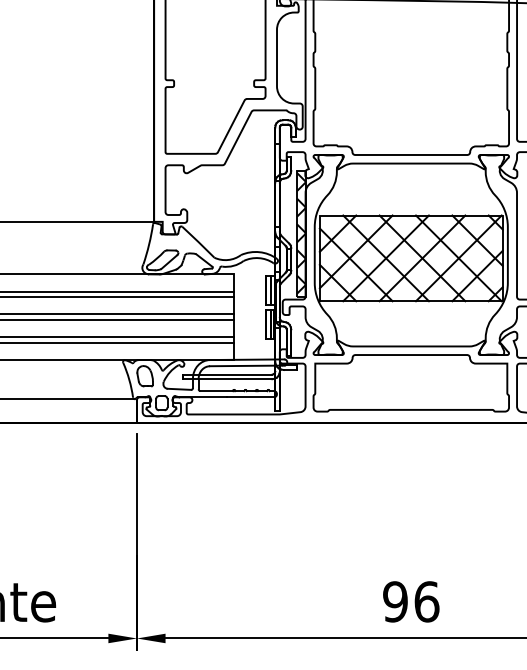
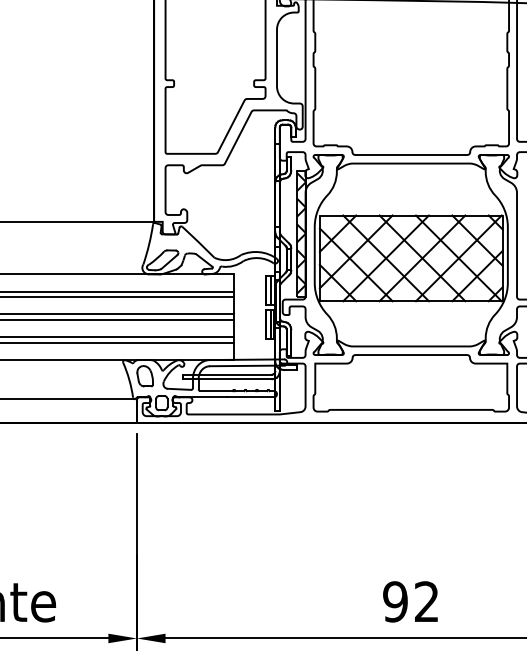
text at (426, 601): 96 -> 92
